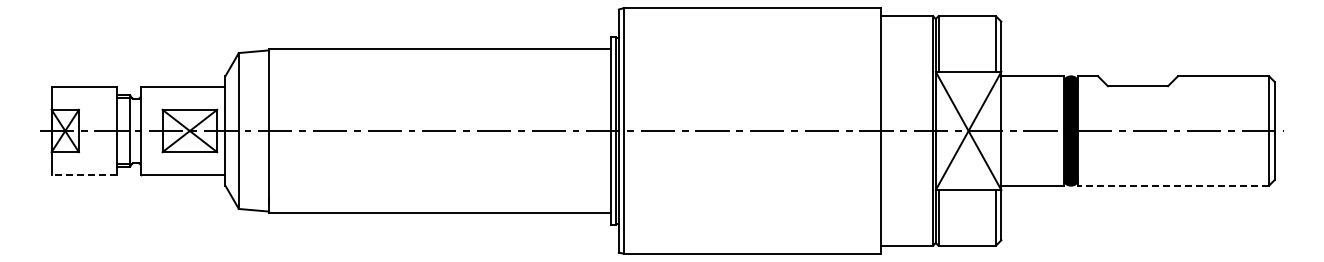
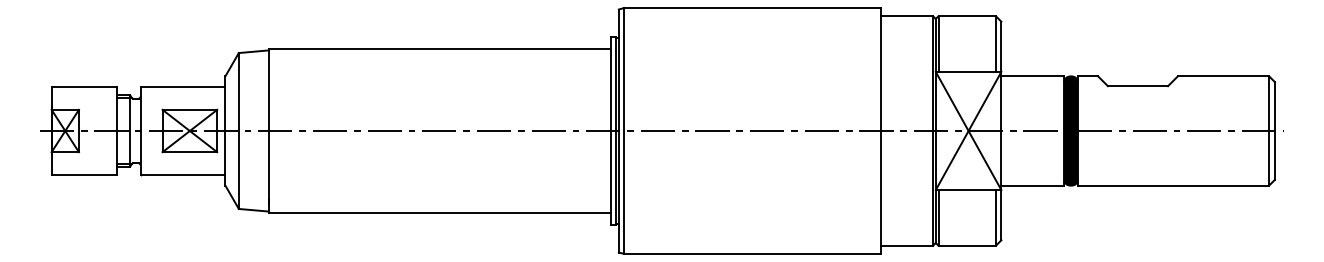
line at (84, 174): dashed -> solid
line at (1173, 185): dashed -> solid
